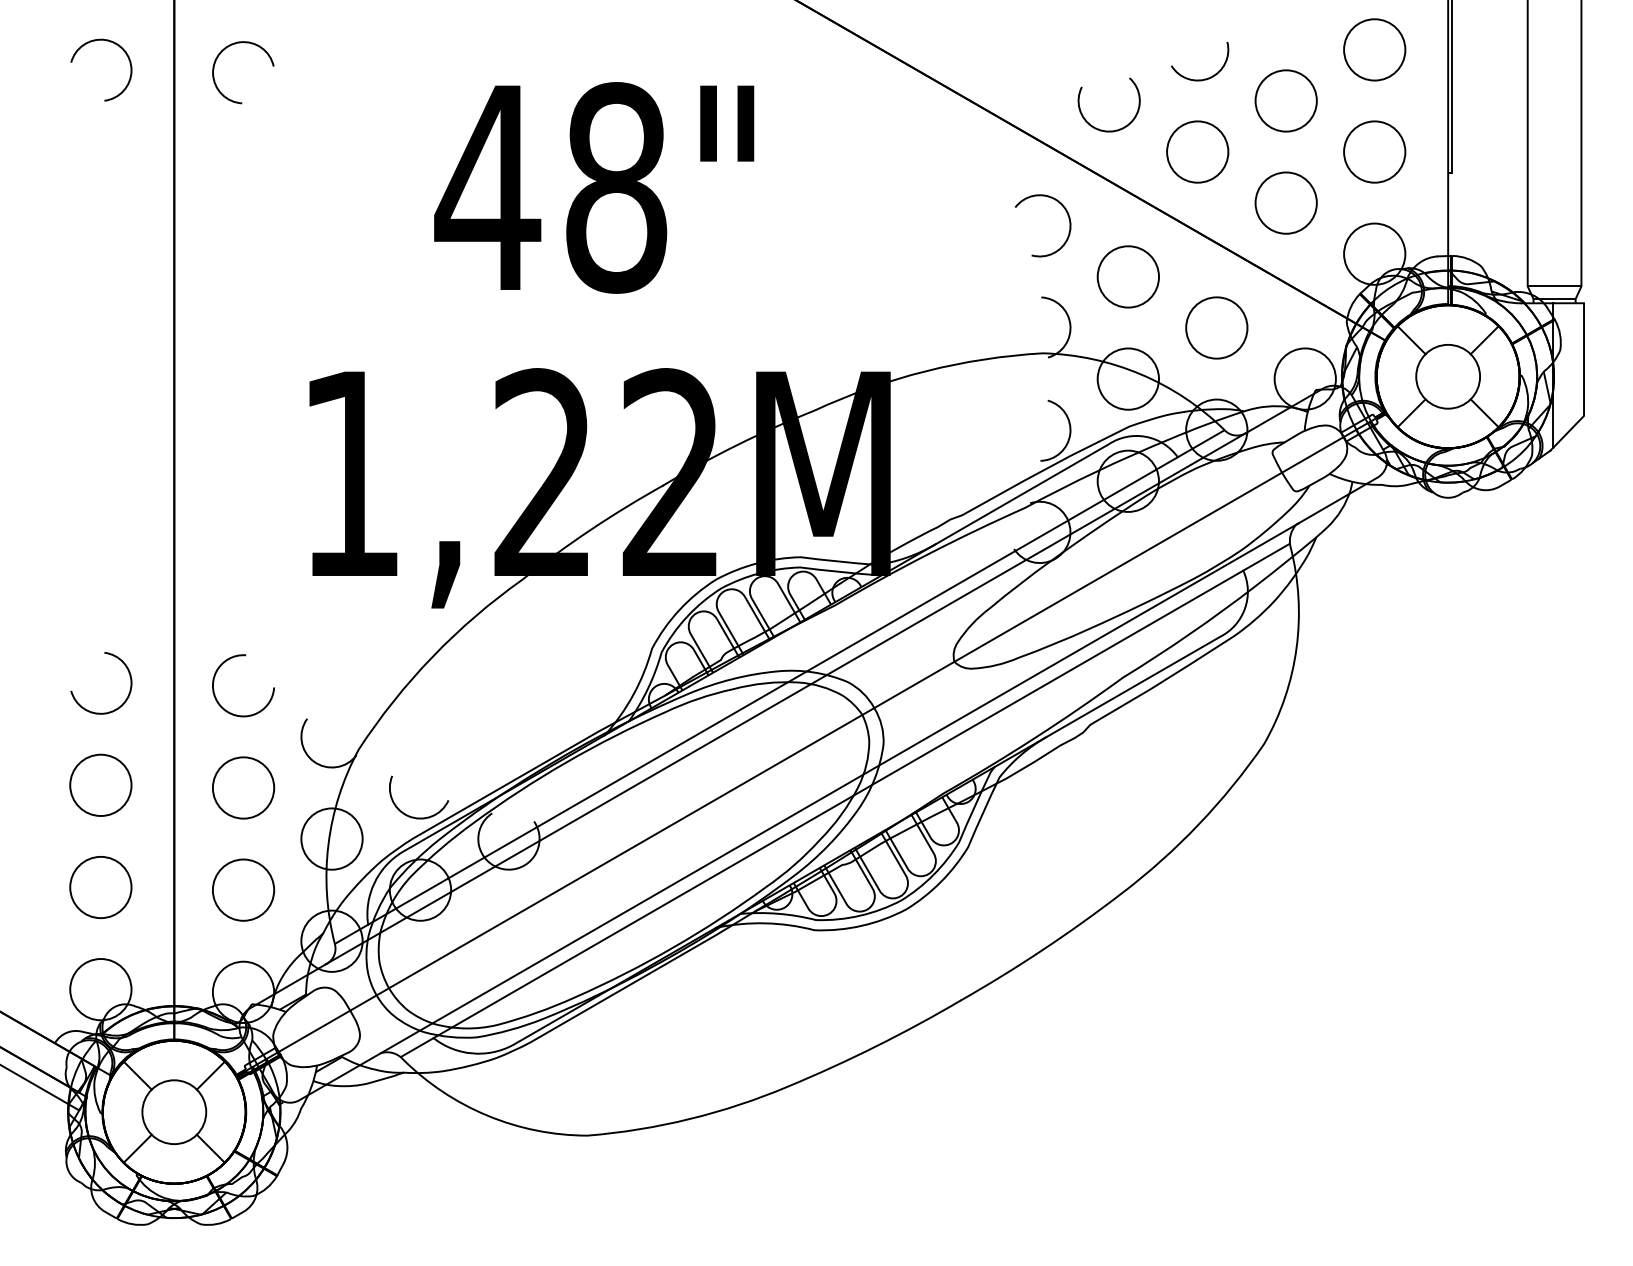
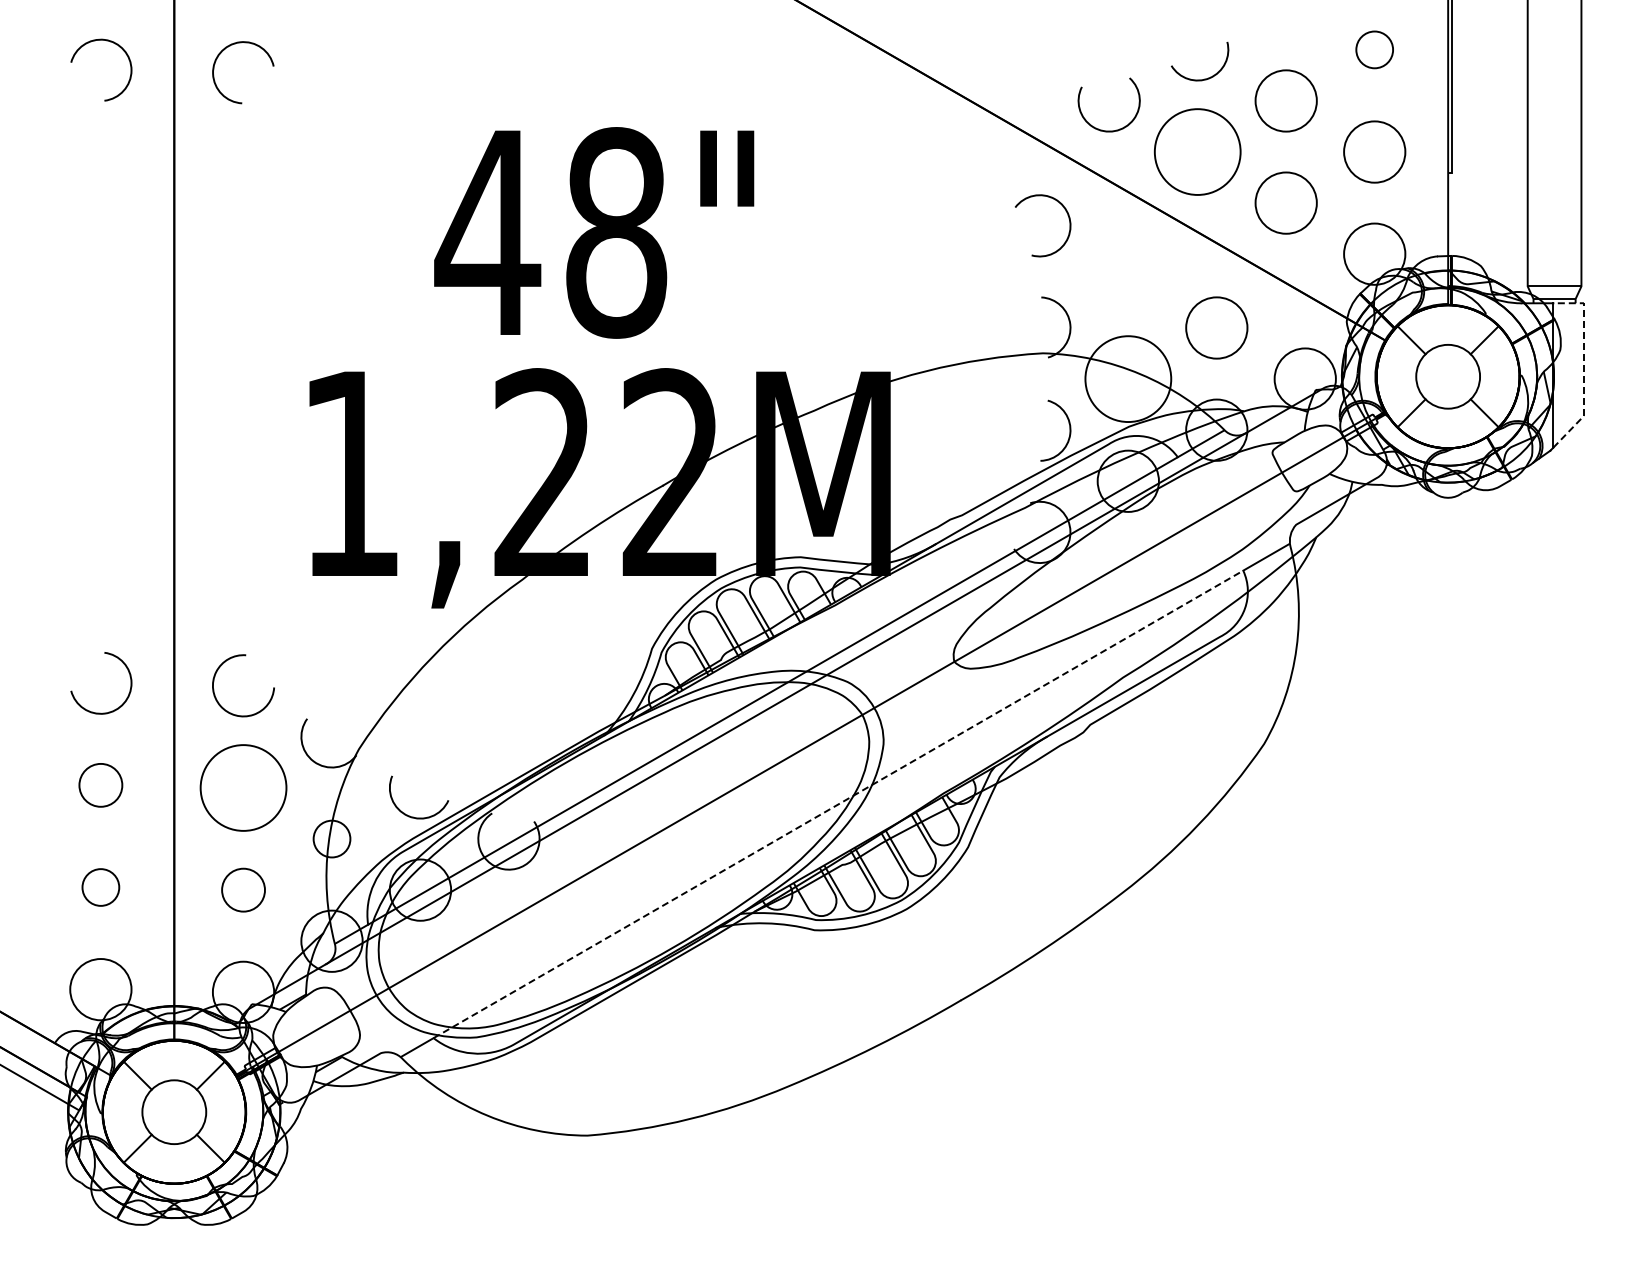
circle at (1374, 49) diameter: 61 px -> 37 px
circle at (1197, 151) diameter: 61 px -> 86 px
text at (594, 187) position: (594, 187) -> (594, 232)
circle at (1127, 276): present -> none
line at (1584, 366): solid -> dashed
circle at (1127, 378) diameter: 61 px -> 86 px
circle at (100, 785) diameter: 61 px -> 43 px
circle at (243, 787) diameter: 61 px -> 86 px
line at (839, 788): present -> none
line at (838, 804): solid -> dashed
circle at (331, 838) diameter: 61 px -> 37 px
circle at (100, 887) diameter: 61 px -> 37 px
circle at (243, 889) diameter: 61 px -> 43 px
